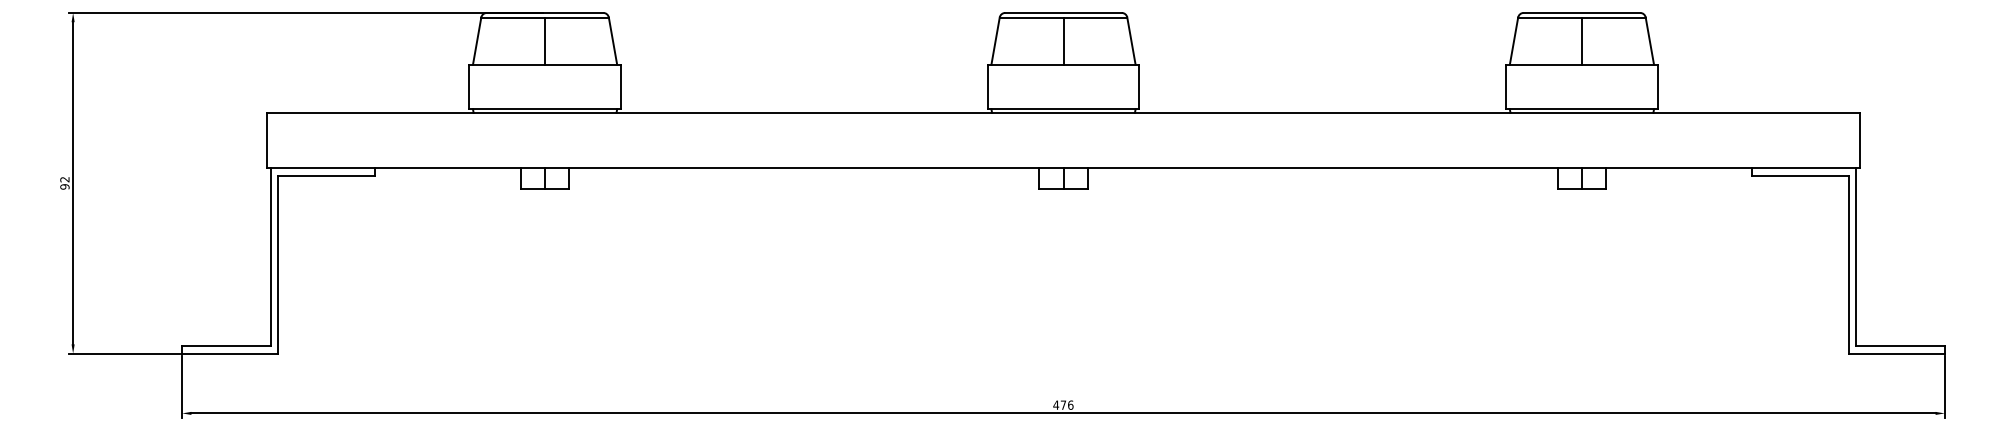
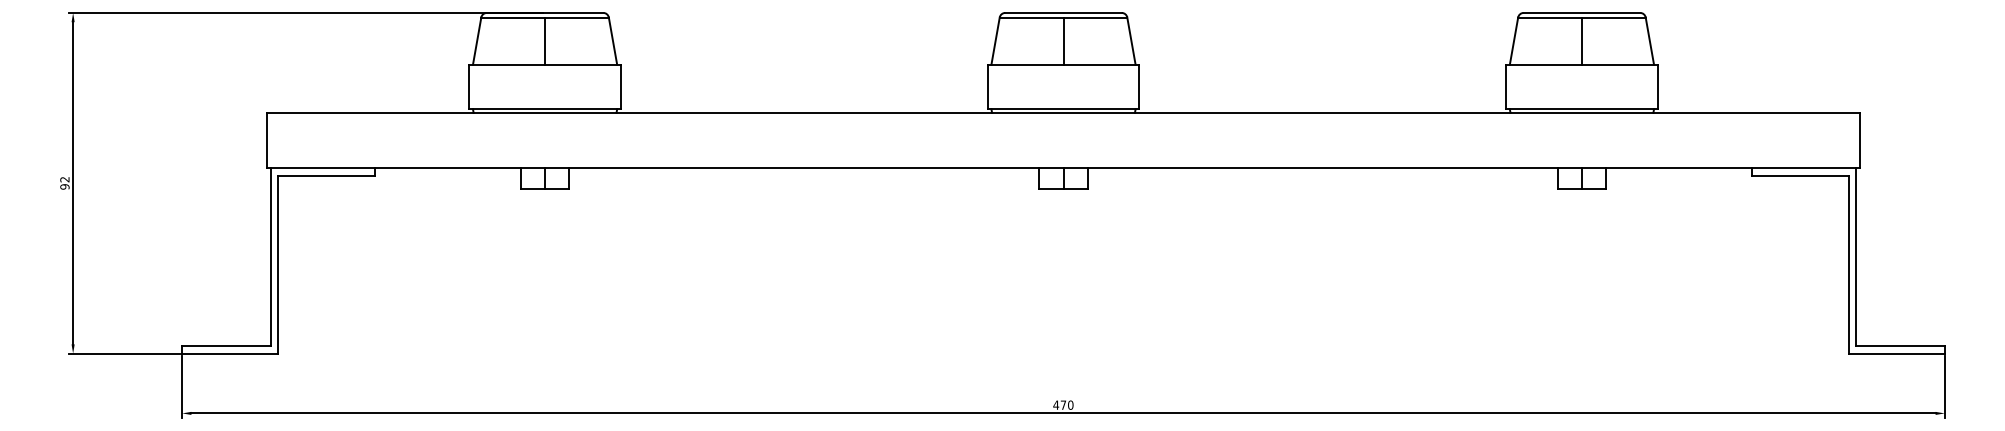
text at (1070, 404): 476 -> 470
